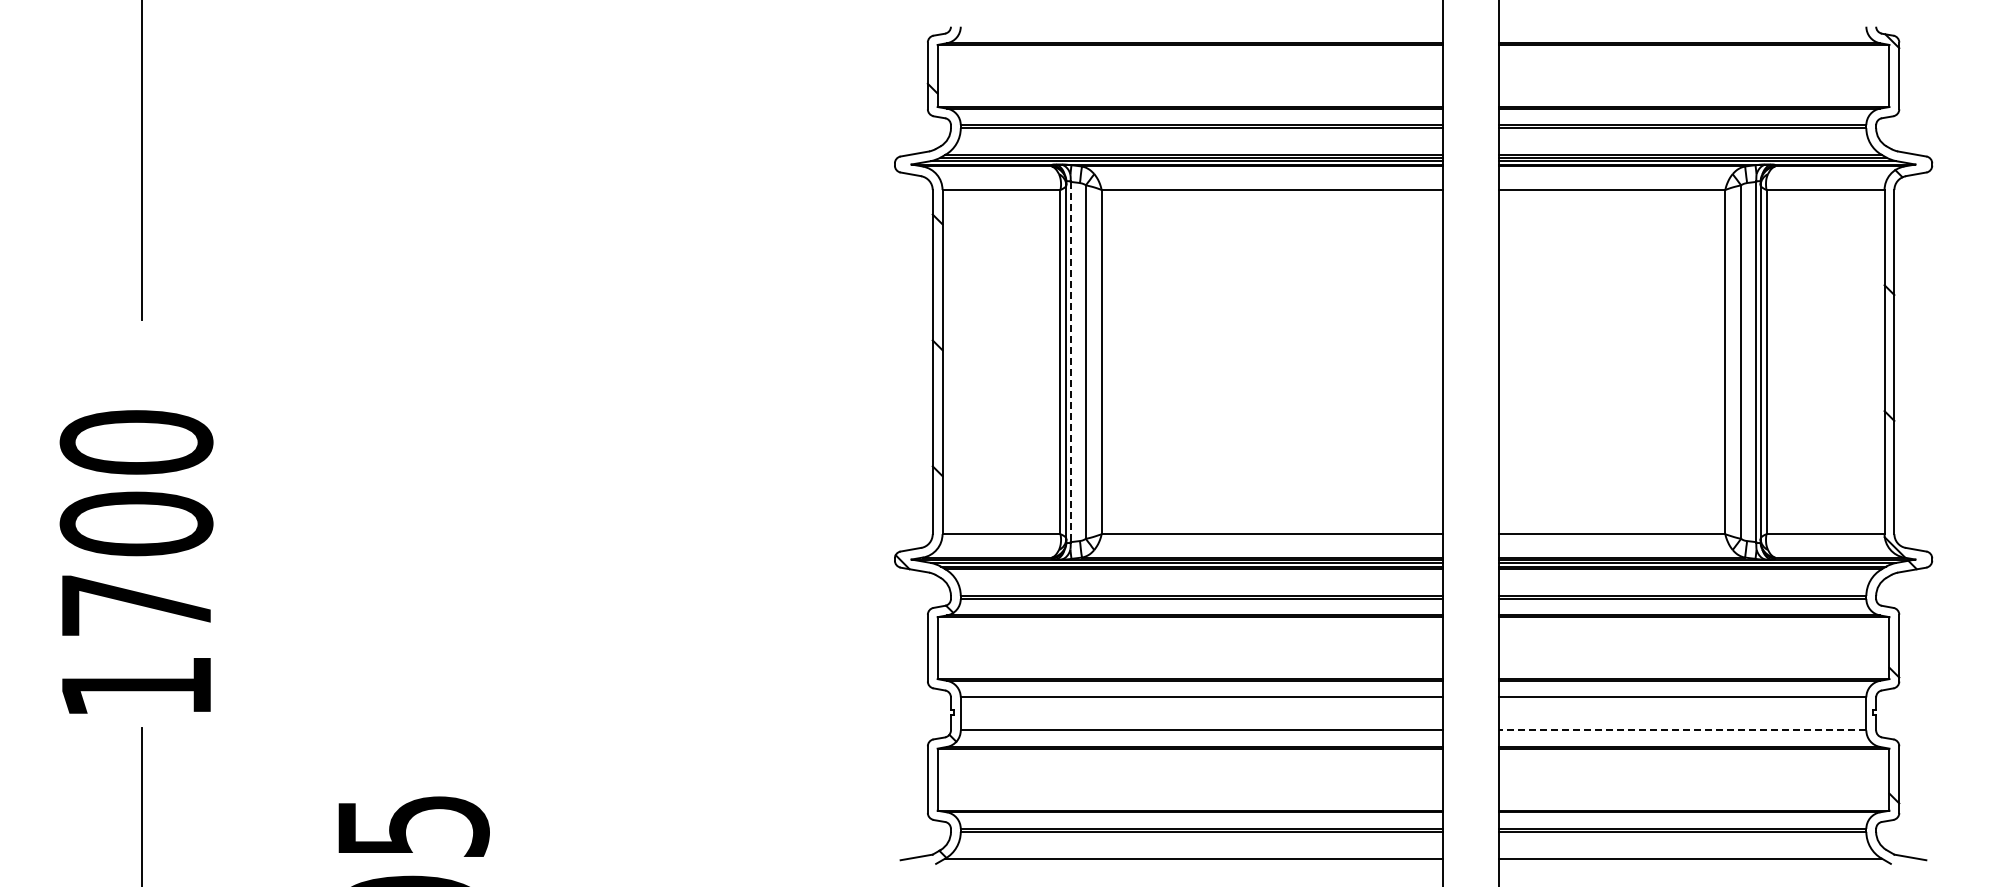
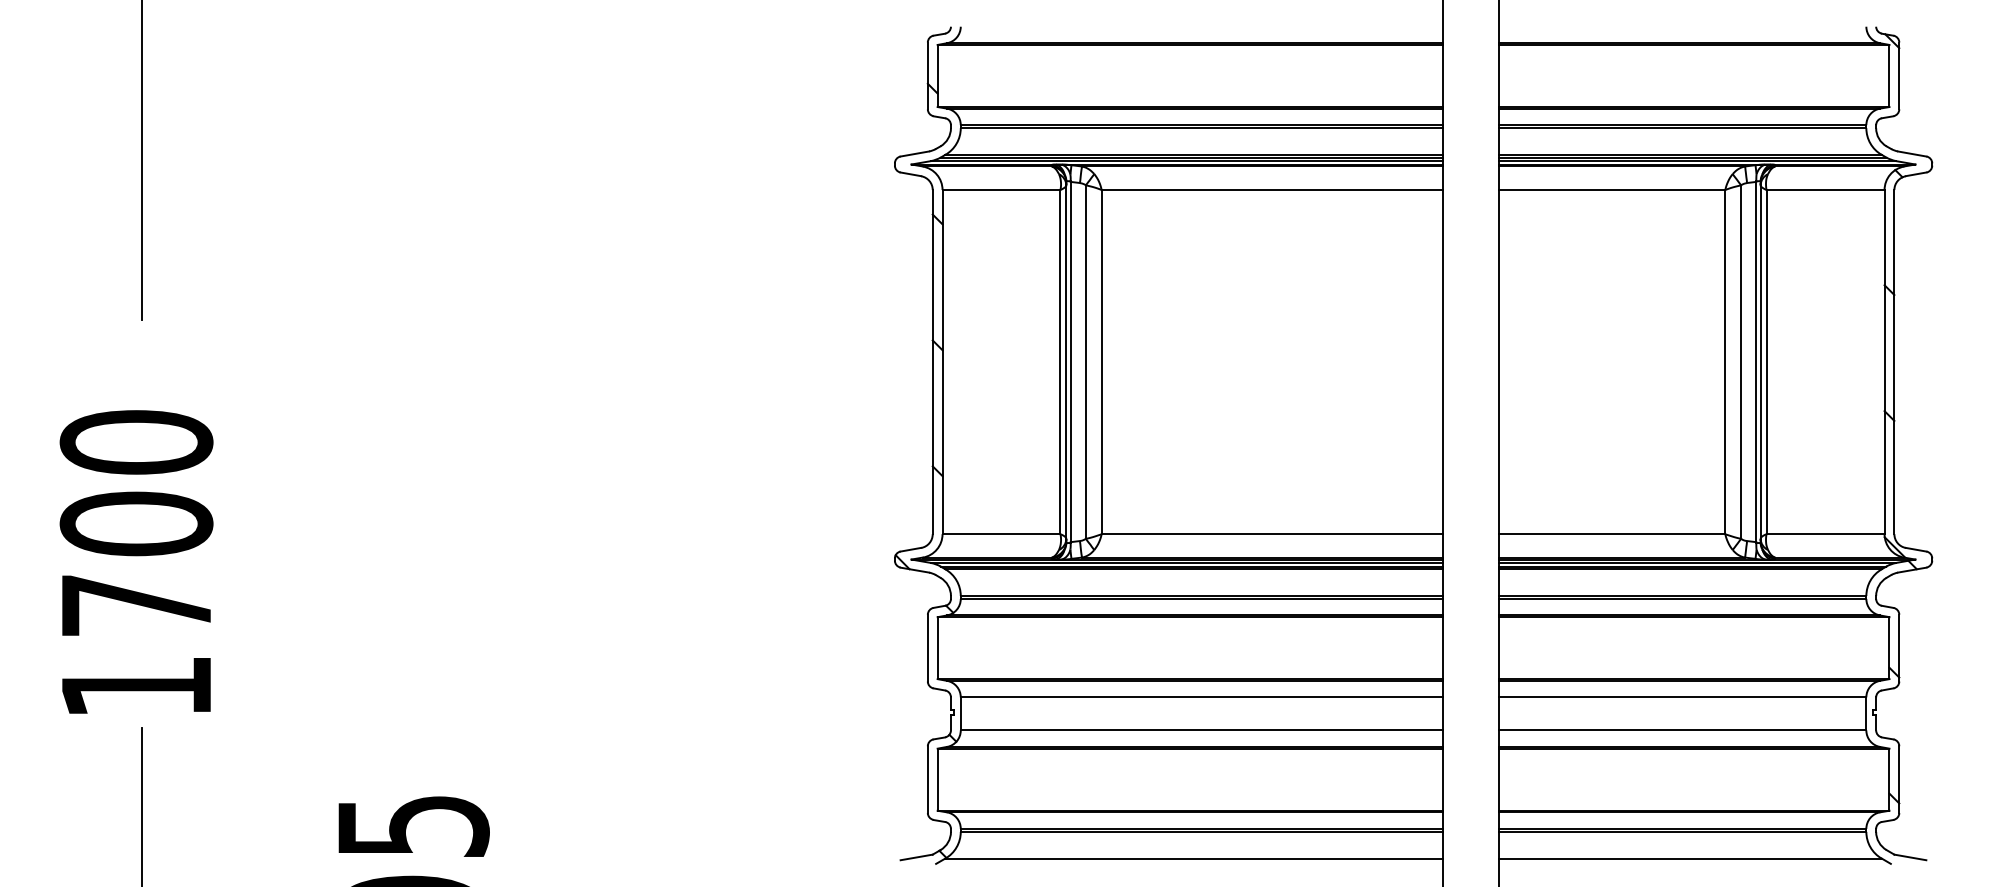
line at (1070, 362): dashed -> solid
line at (1682, 730): dashed -> solid
